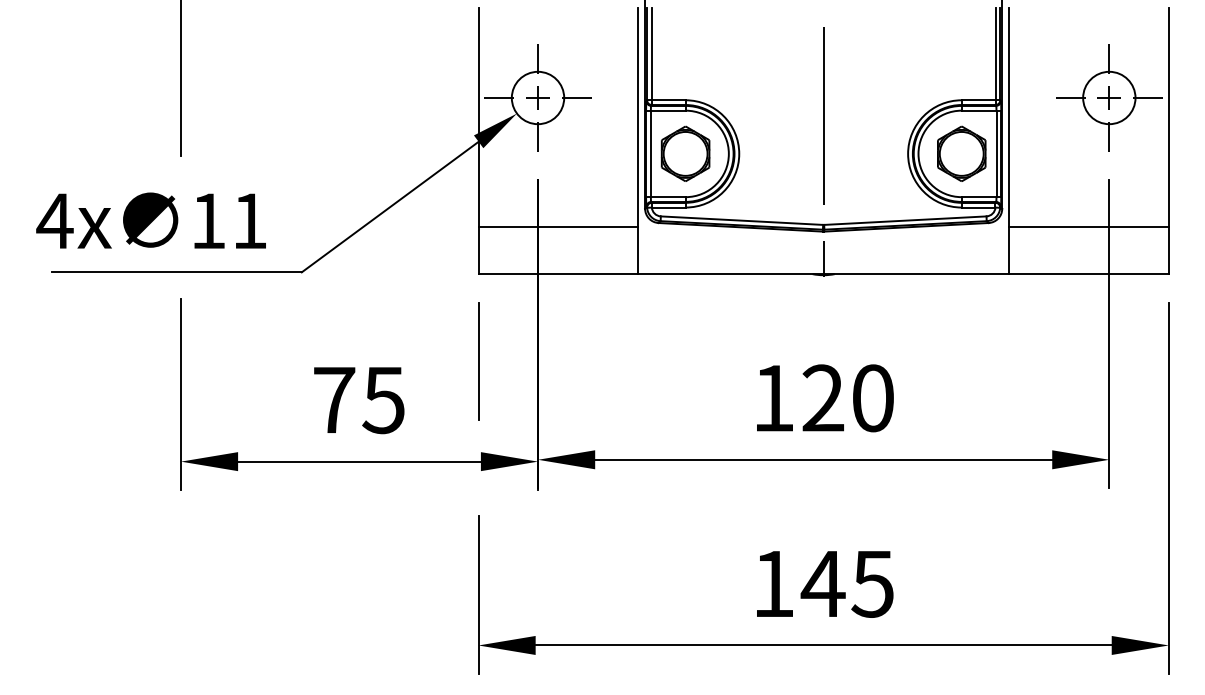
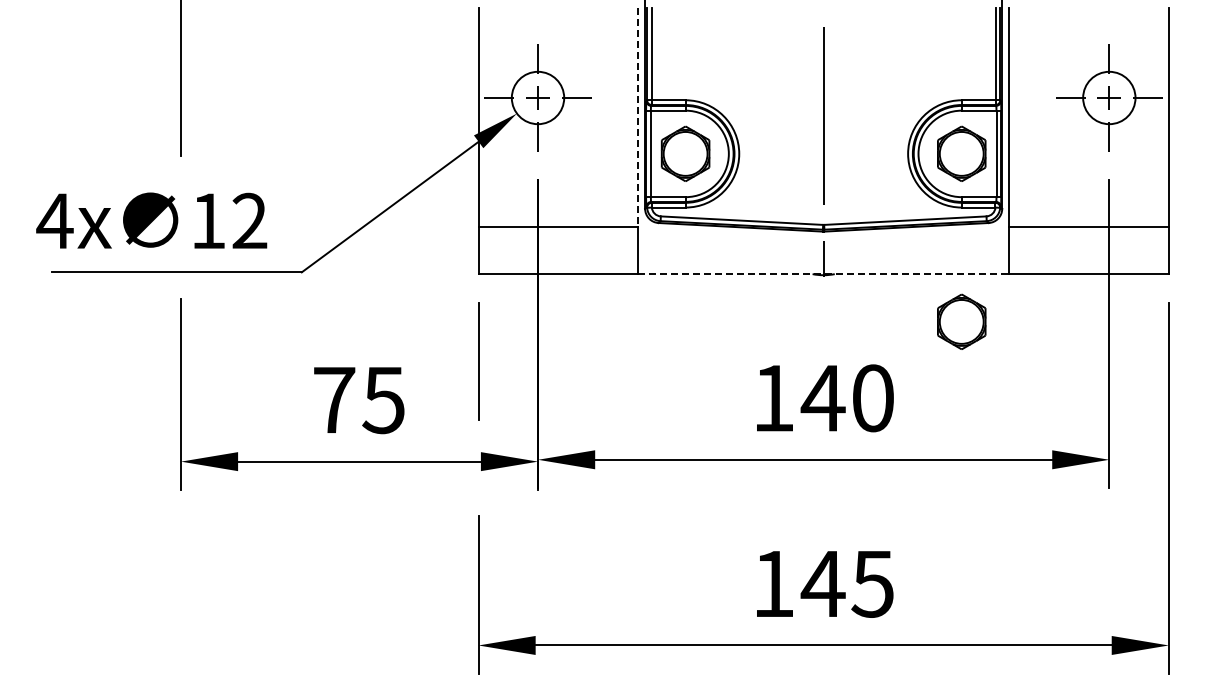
line at (638, 117): solid -> dashed
text at (249, 220): 11 -> 12
line at (823, 274): solid -> dashed
part at (961, 321): none -> present
text at (822, 397): 120 -> 140
